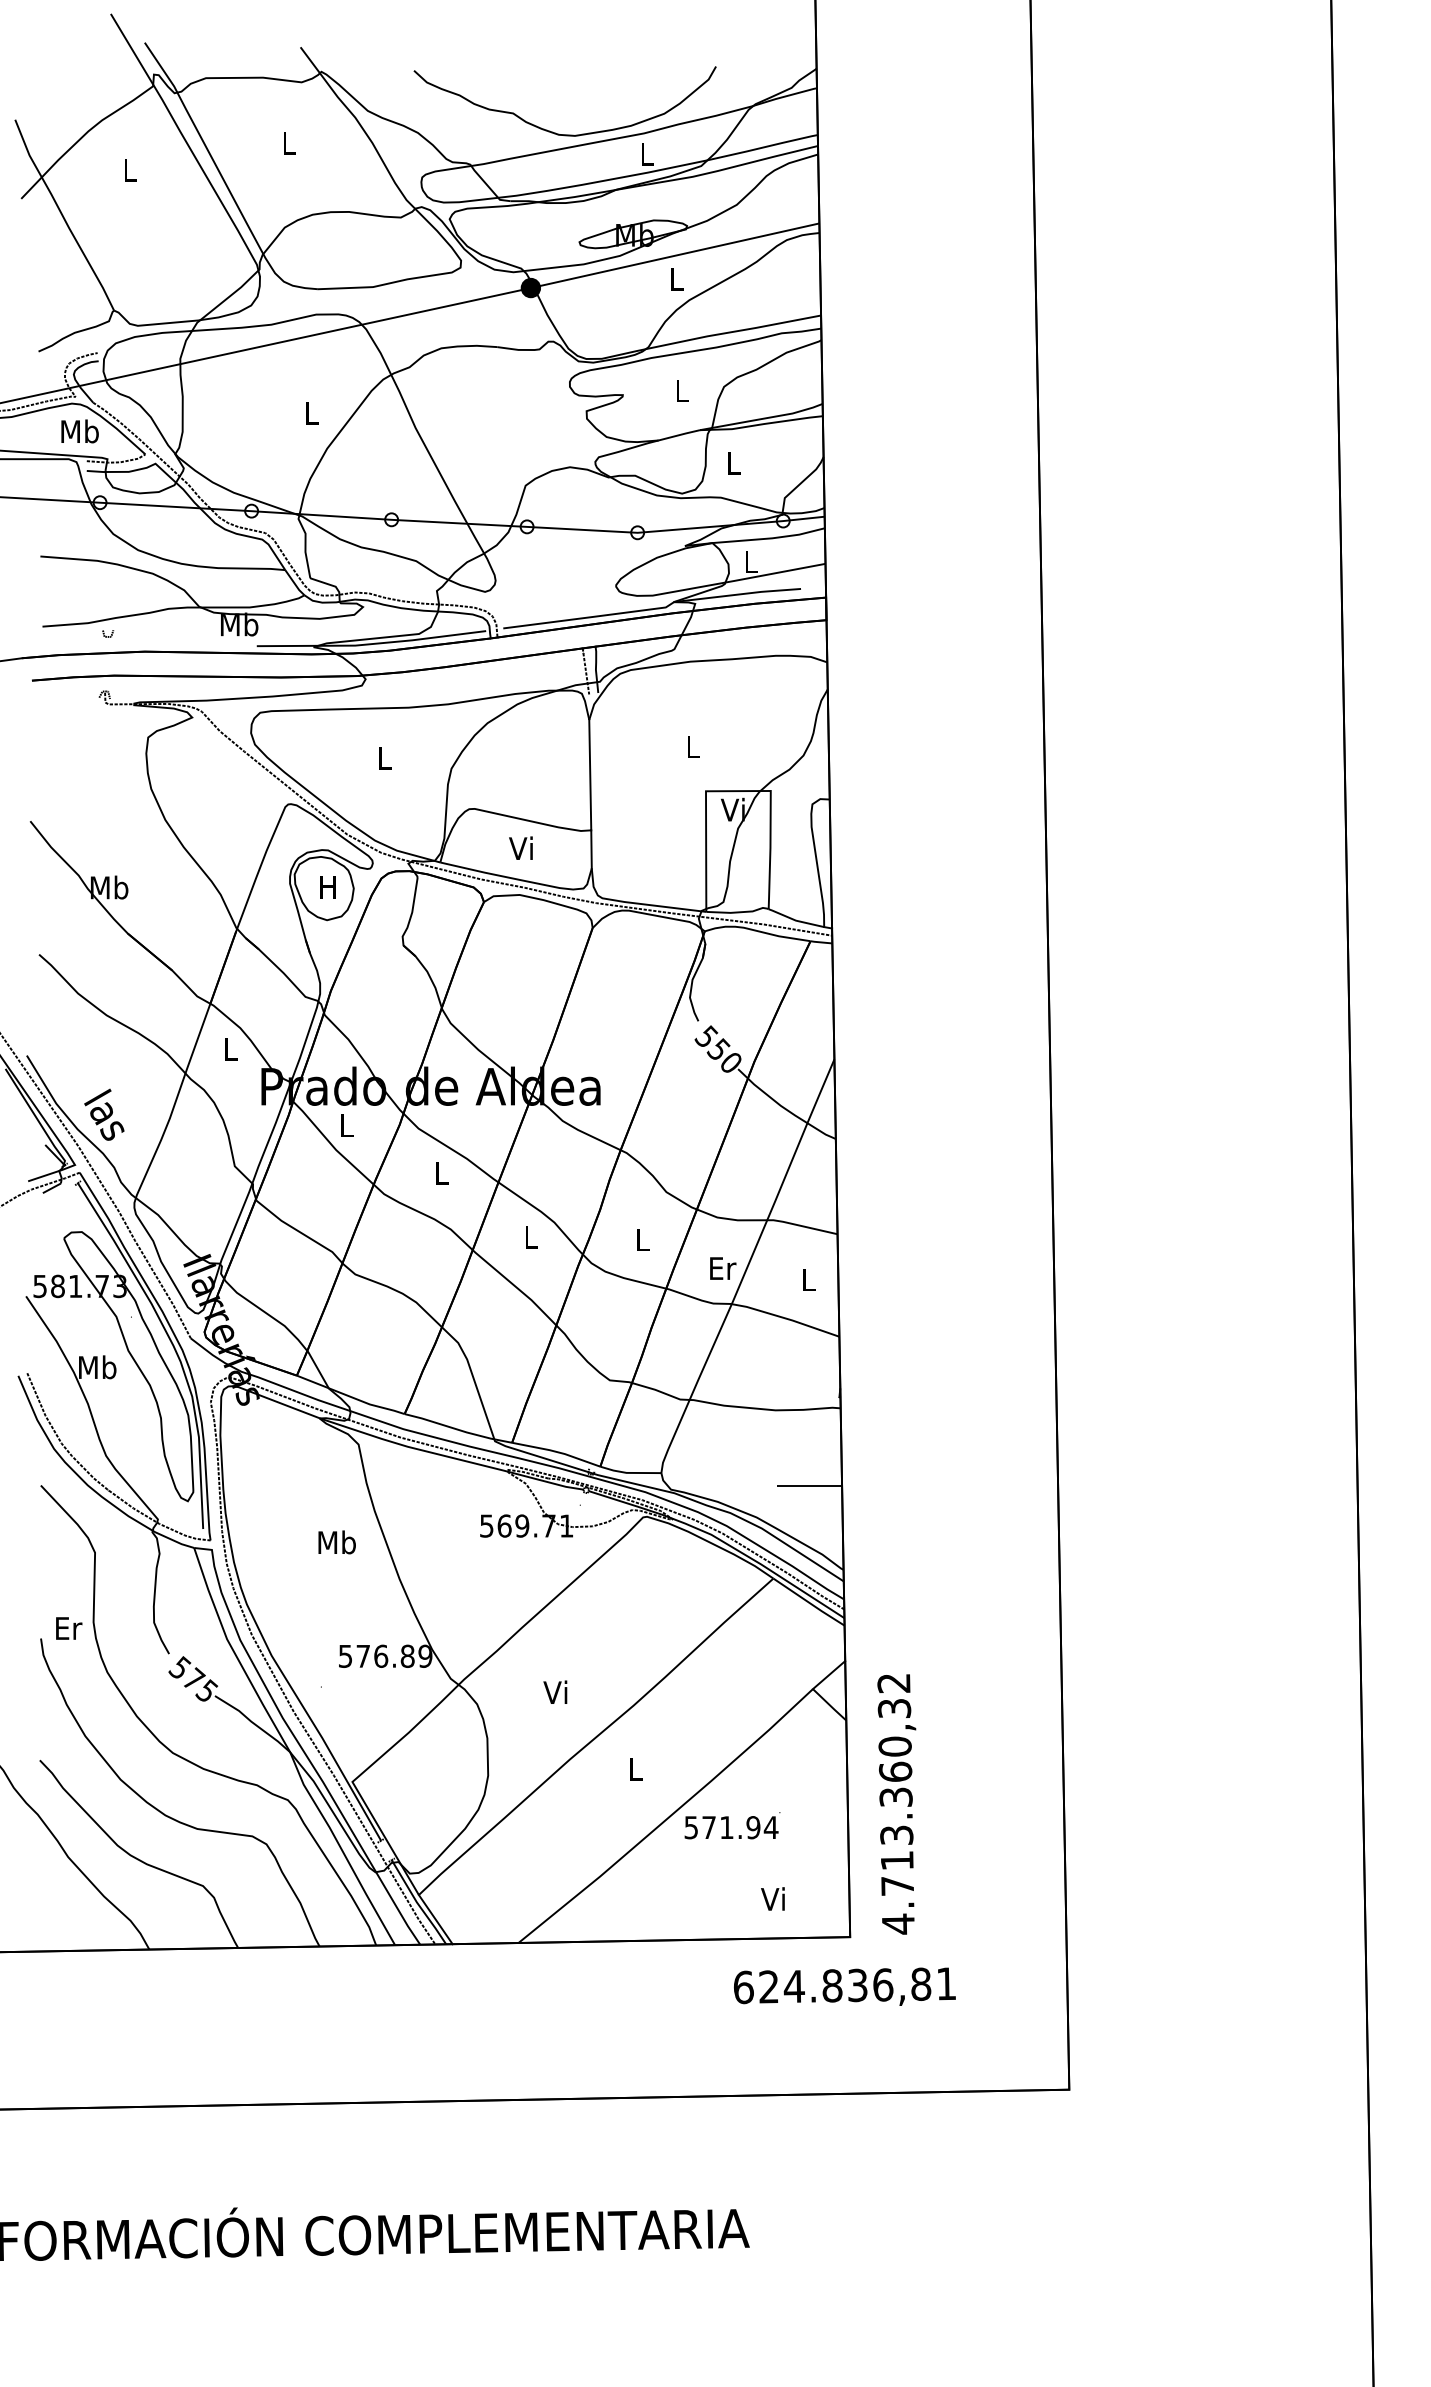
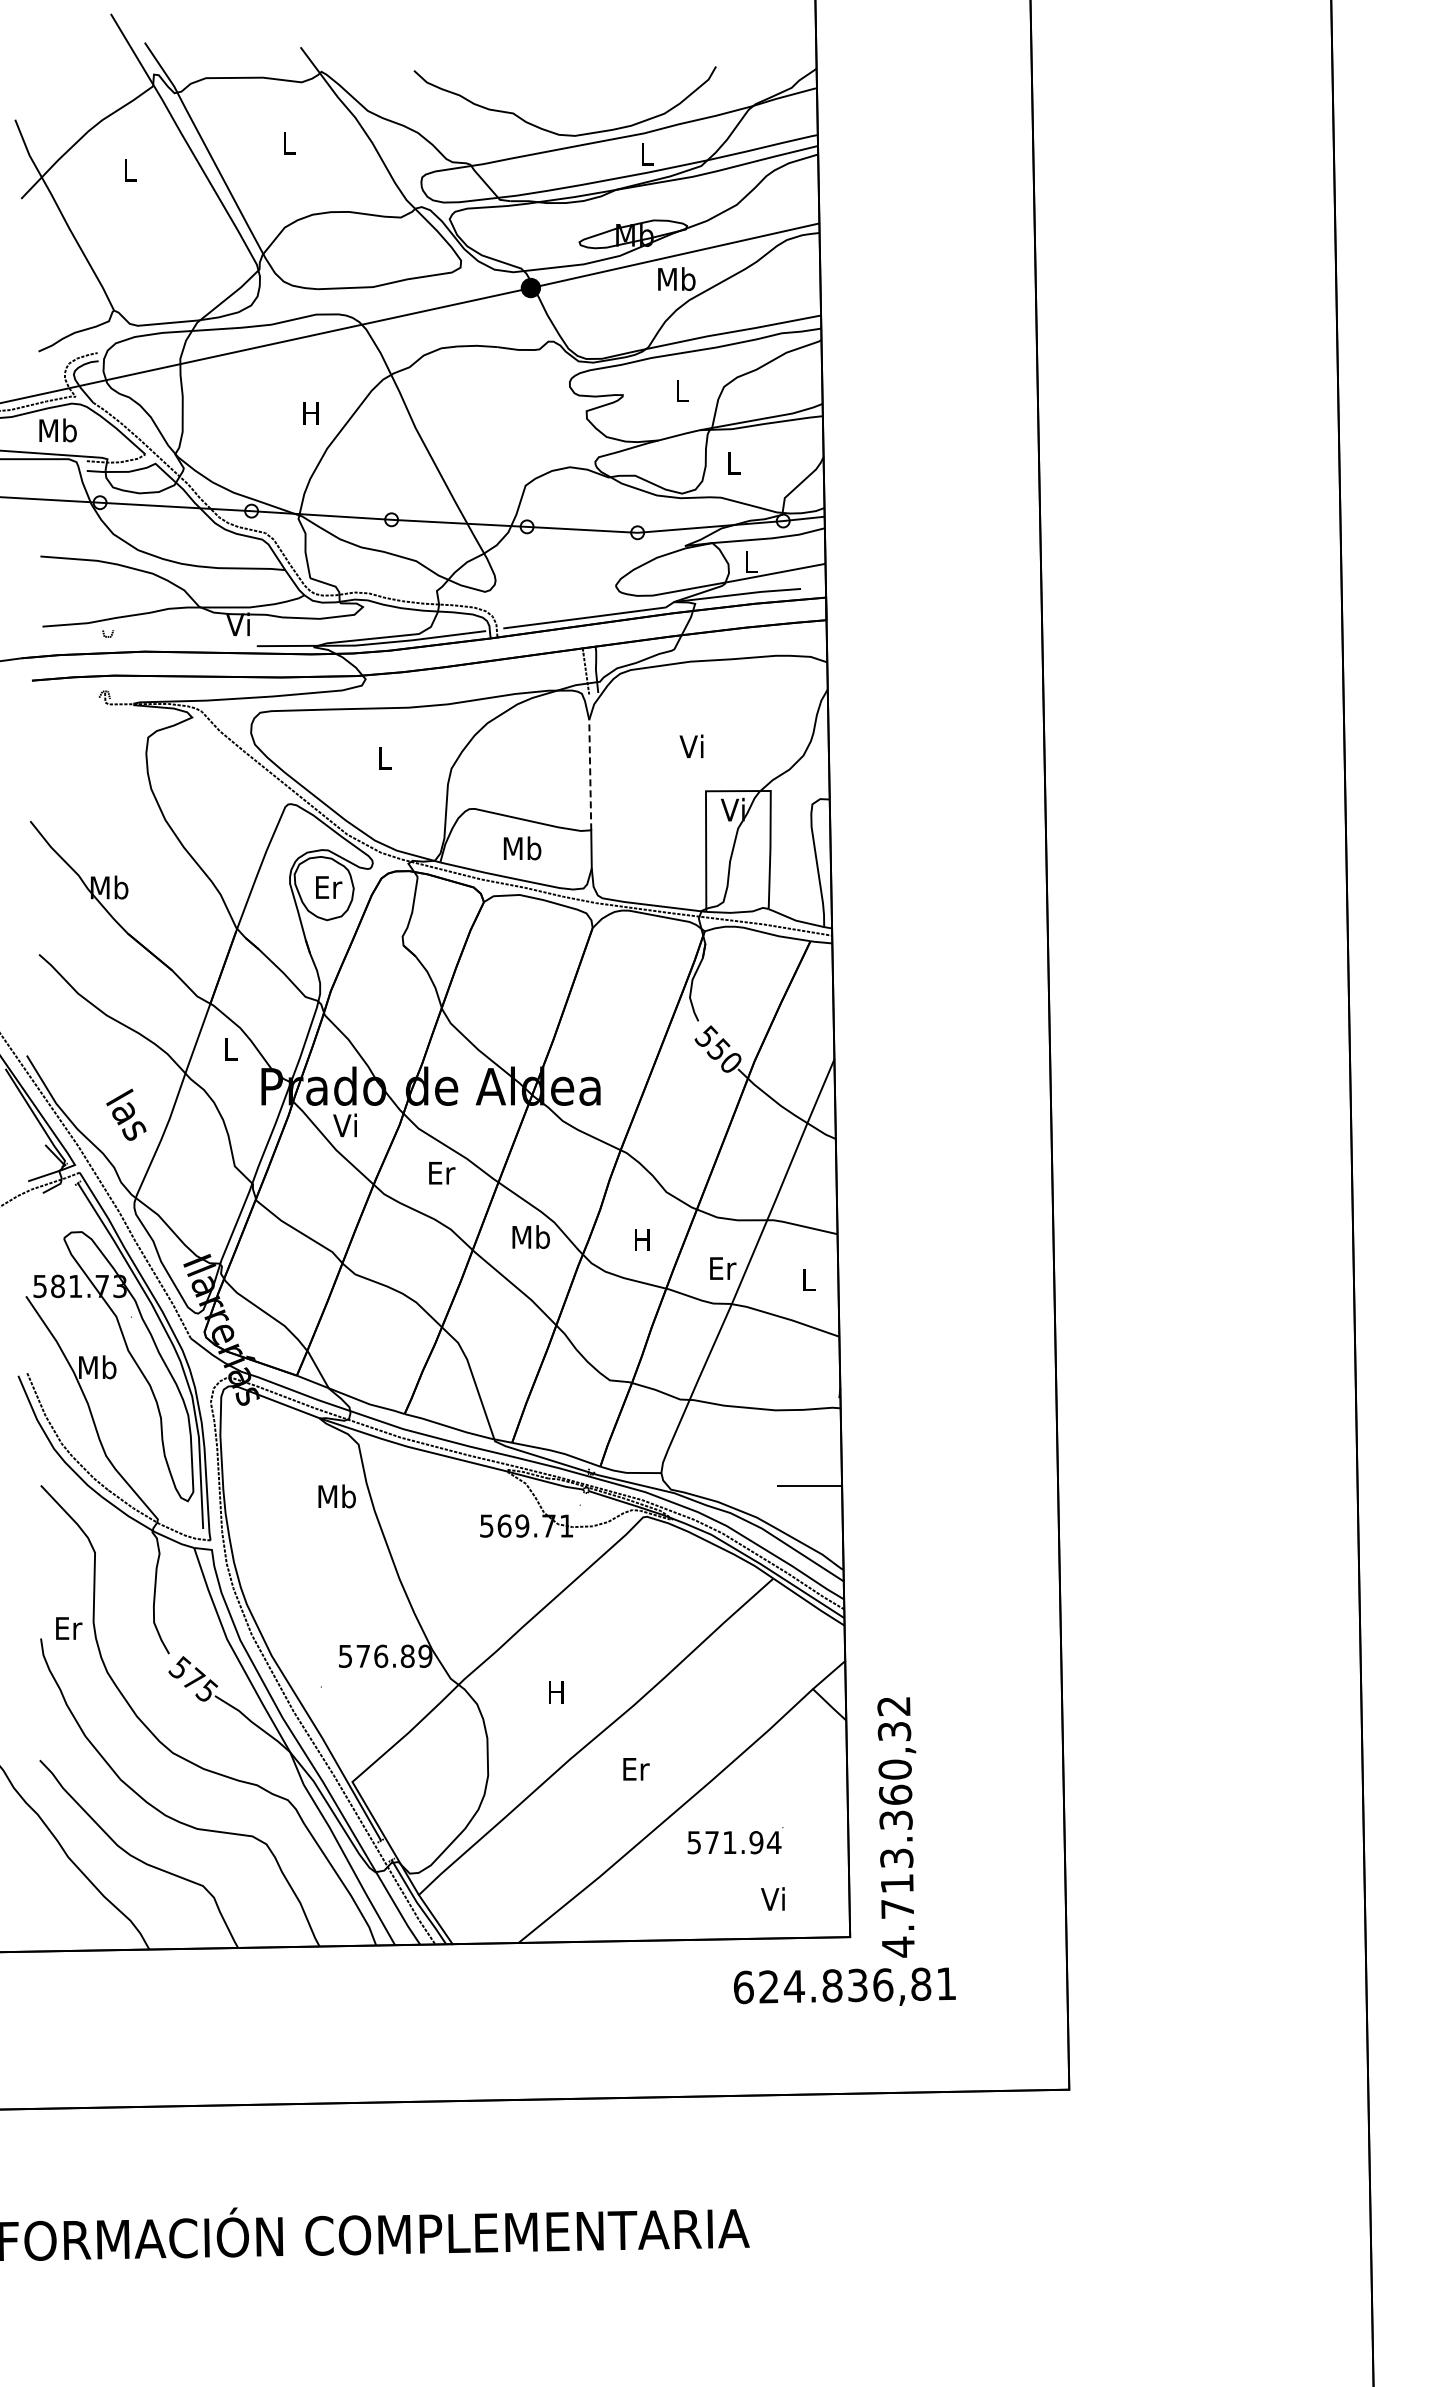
text at (676, 279): L -> Mb
text at (310, 413): L -> H
text at (79, 431) position: (79, 431) -> (57, 430)
text at (239, 624): Mb -> Vi
text at (691, 746): L -> Vi
line at (590, 774): solid -> dashed
text at (522, 848): Vi -> Mb
text at (329, 887): H -> Er
text at (104, 1114) position: (104, 1114) -> (126, 1114)
text at (344, 1125): L -> Vi
text at (442, 1173): L -> Er
text at (530, 1236): L -> Mb
text at (642, 1239): L -> H
text at (336, 1542) position: (336, 1542) -> (336, 1496)
text at (555, 1691): Vi -> H
text at (636, 1769): L -> Er
text at (896, 1804) position: (896, 1804) -> (896, 1827)
text at (732, 1825) position: (732, 1825) -> (735, 1840)
